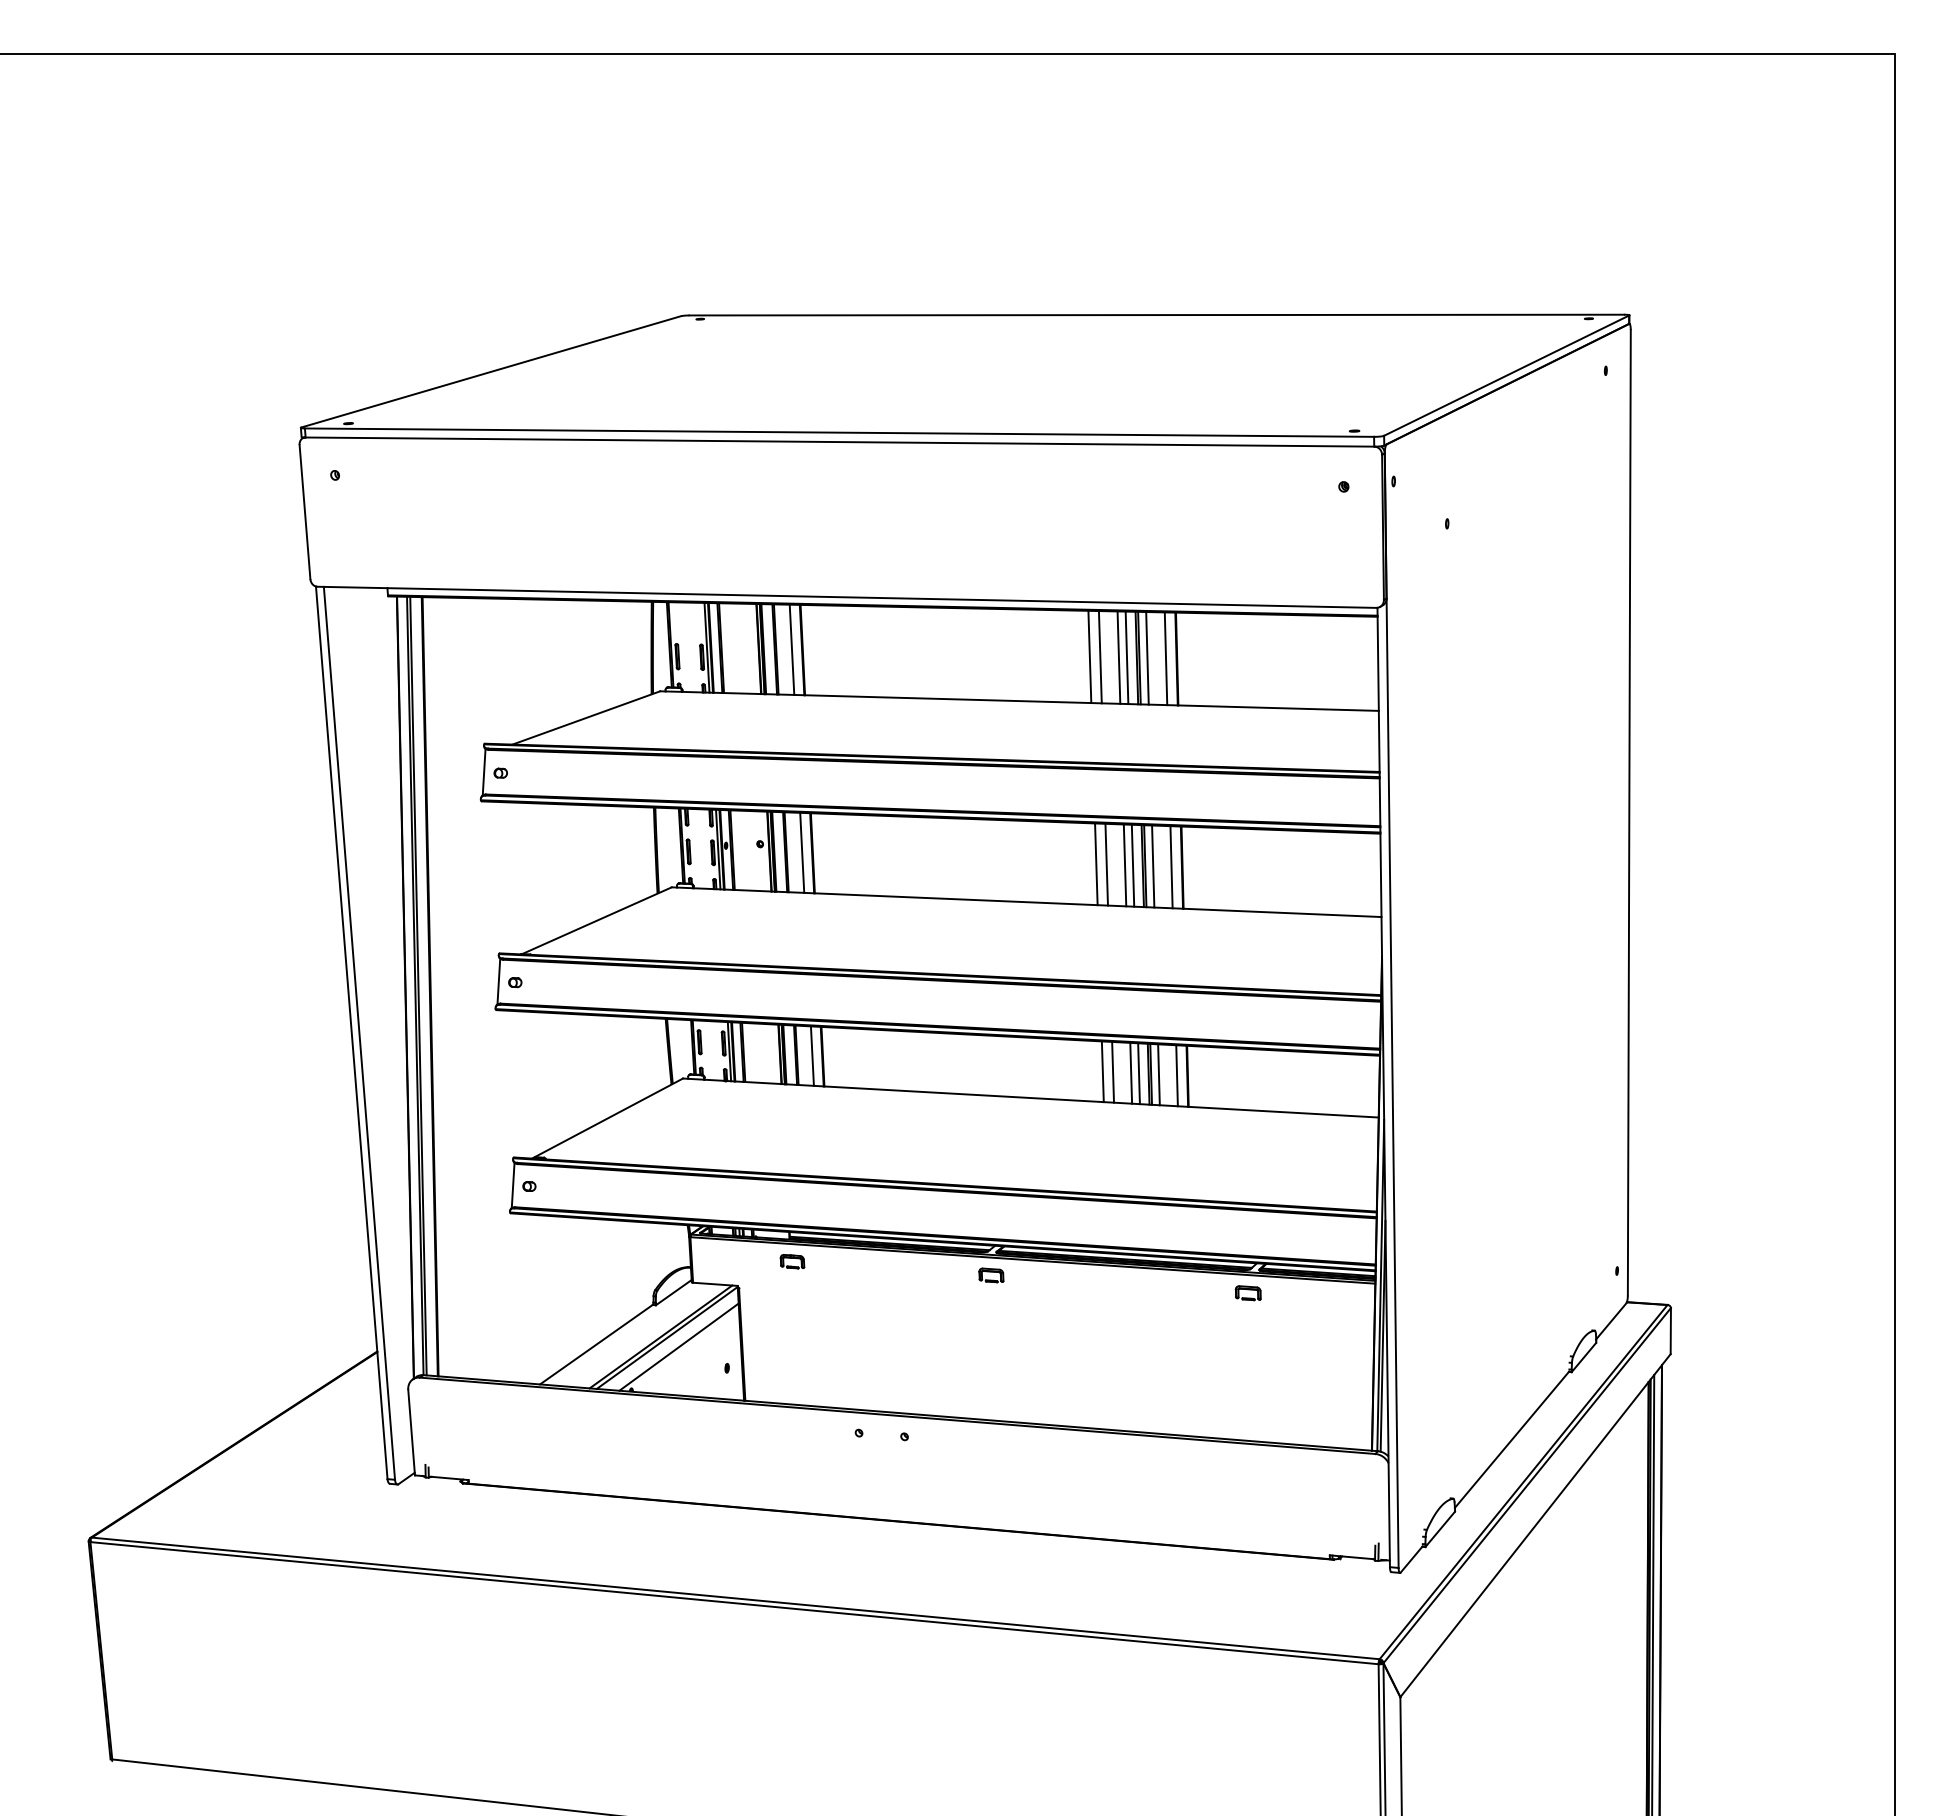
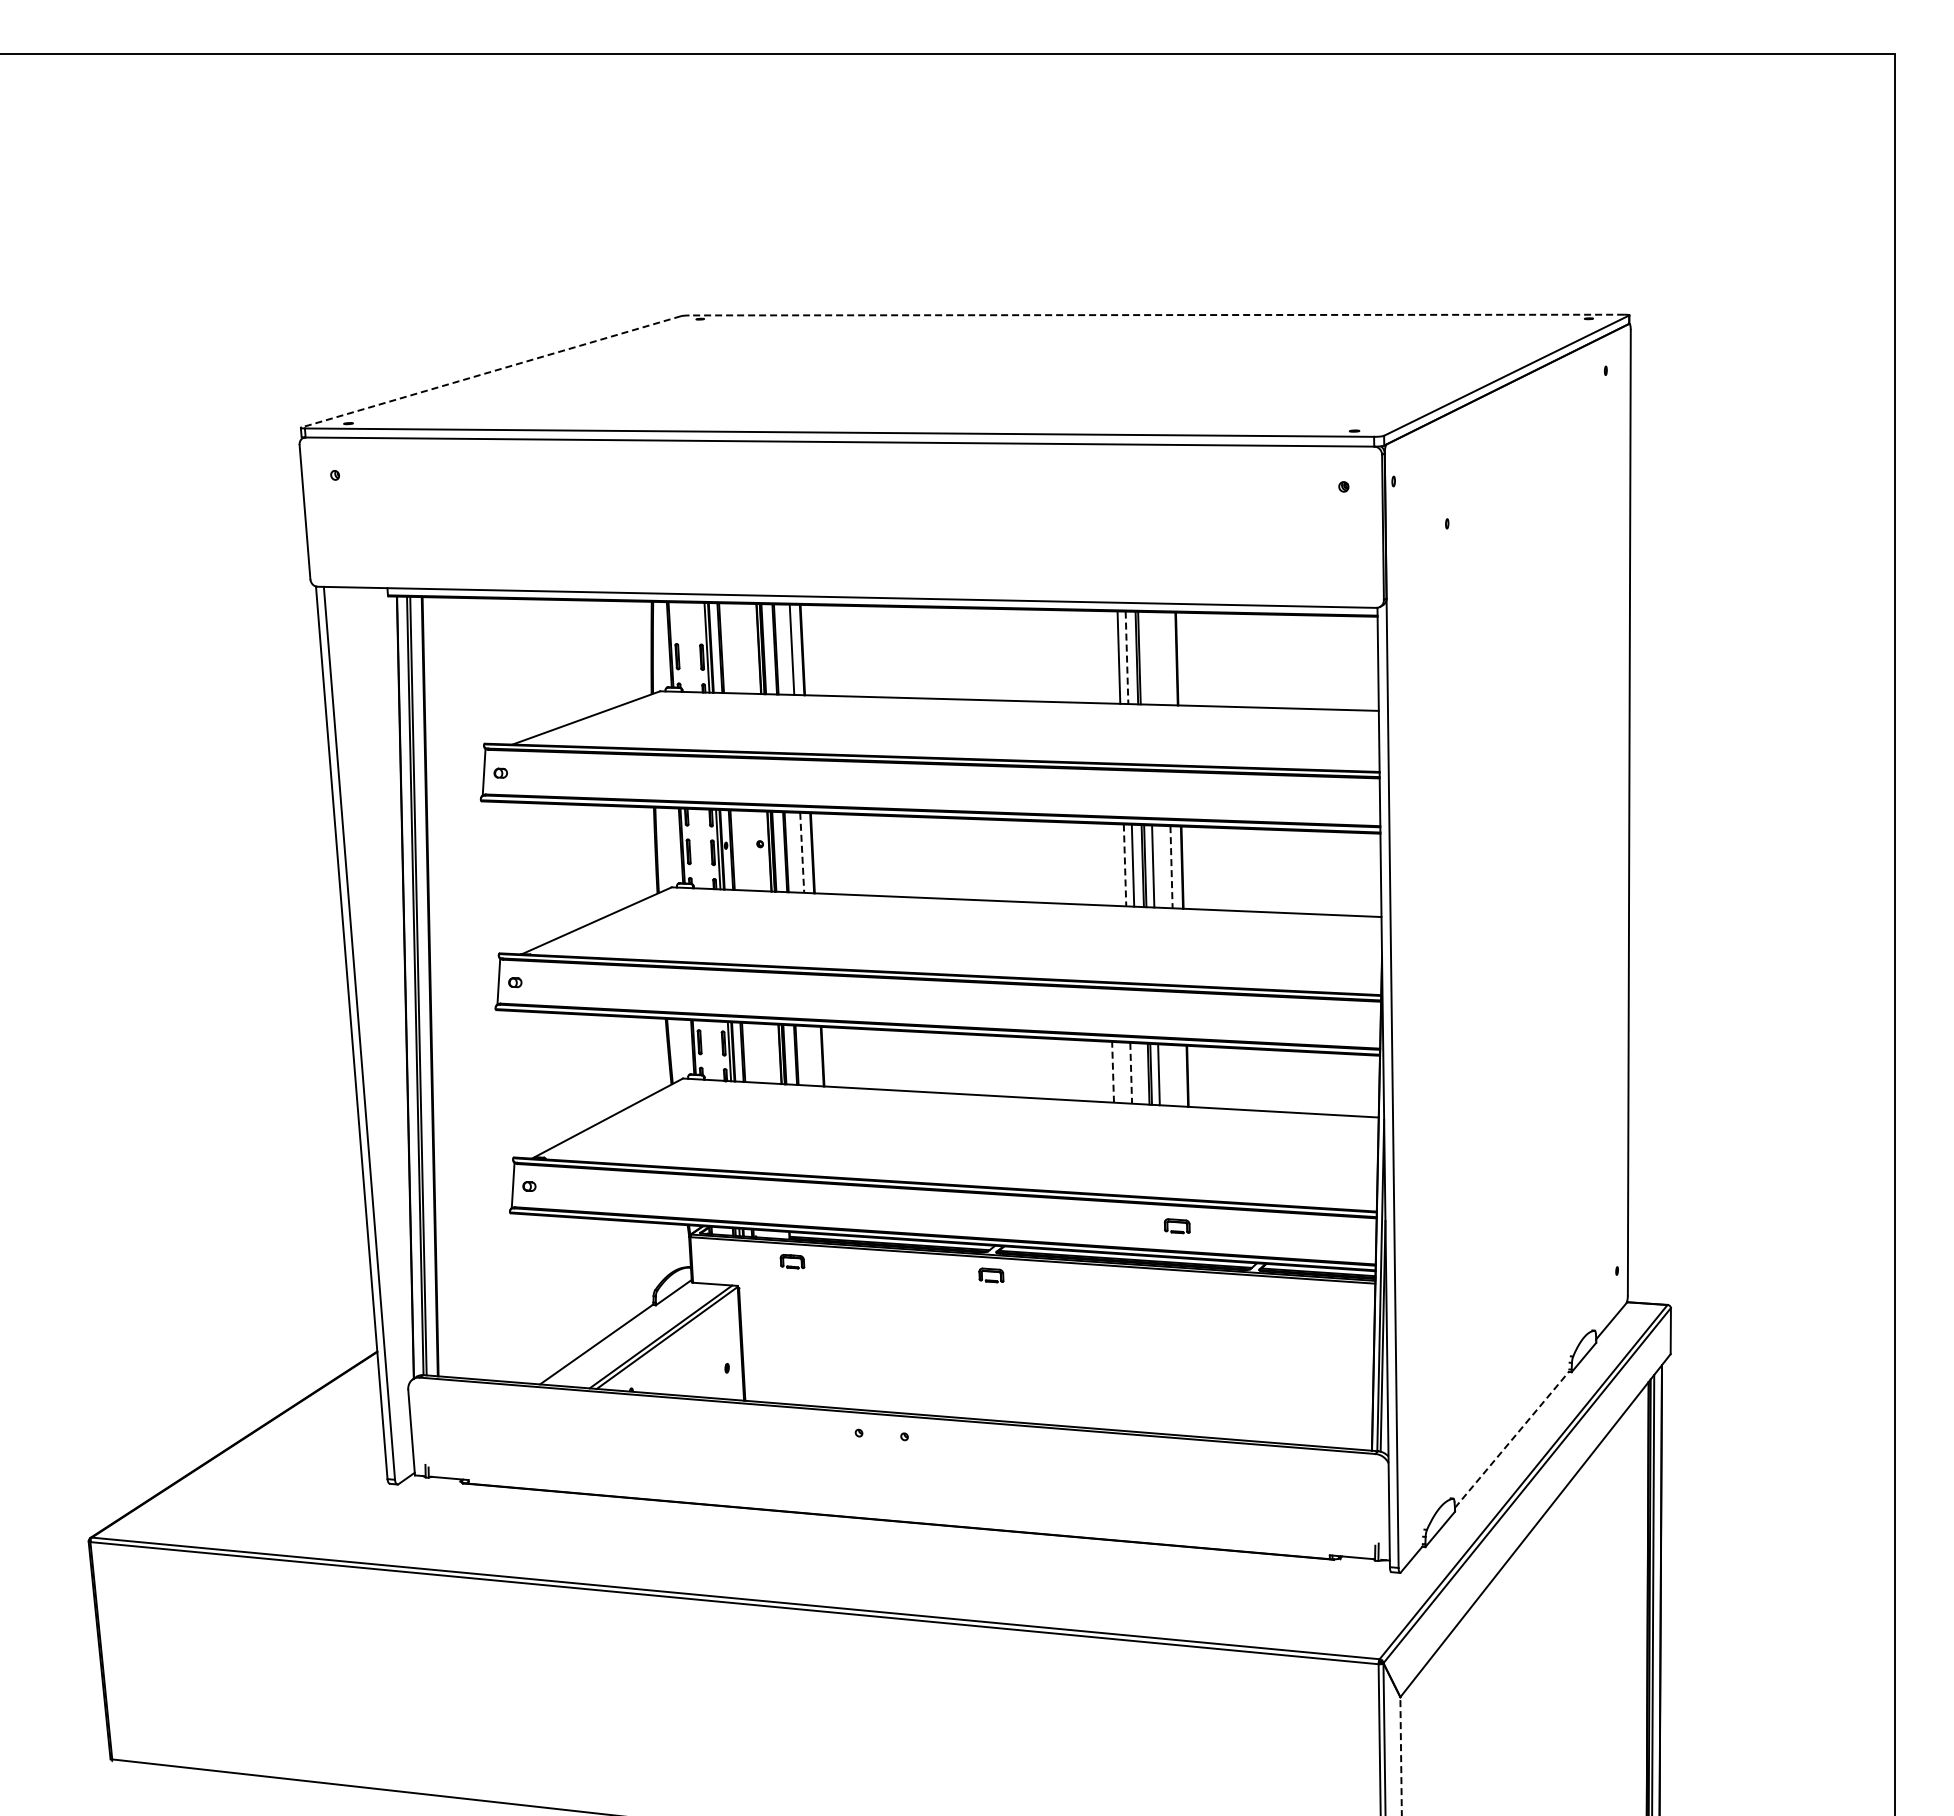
line at (1156, 315): solid -> dashed
line at (491, 371): solid -> dashed
line at (1089, 656): present -> none
line at (1099, 657): present -> none
line at (1127, 658): solid -> dashed
line at (1147, 658): present -> none
line at (1165, 658): present -> none
line at (802, 853): solid -> dashed
line at (1096, 864): present -> none
line at (1106, 864): present -> none
line at (1125, 865): solid -> dashed
line at (1171, 867): solid -> dashed
line at (811, 1055): present -> none
line at (1102, 1071): present -> none
line at (1113, 1071): solid -> dashed
line at (1131, 1073): solid -> dashed
line at (1138, 1073): present -> none
line at (1176, 1075): present -> none
part at (1247, 1293) position: (1247, 1293) -> (1176, 1226)
line at (678, 1346): present -> none
line at (1512, 1439): solid -> dashed
line at (1401, 1756): solid -> dashed
